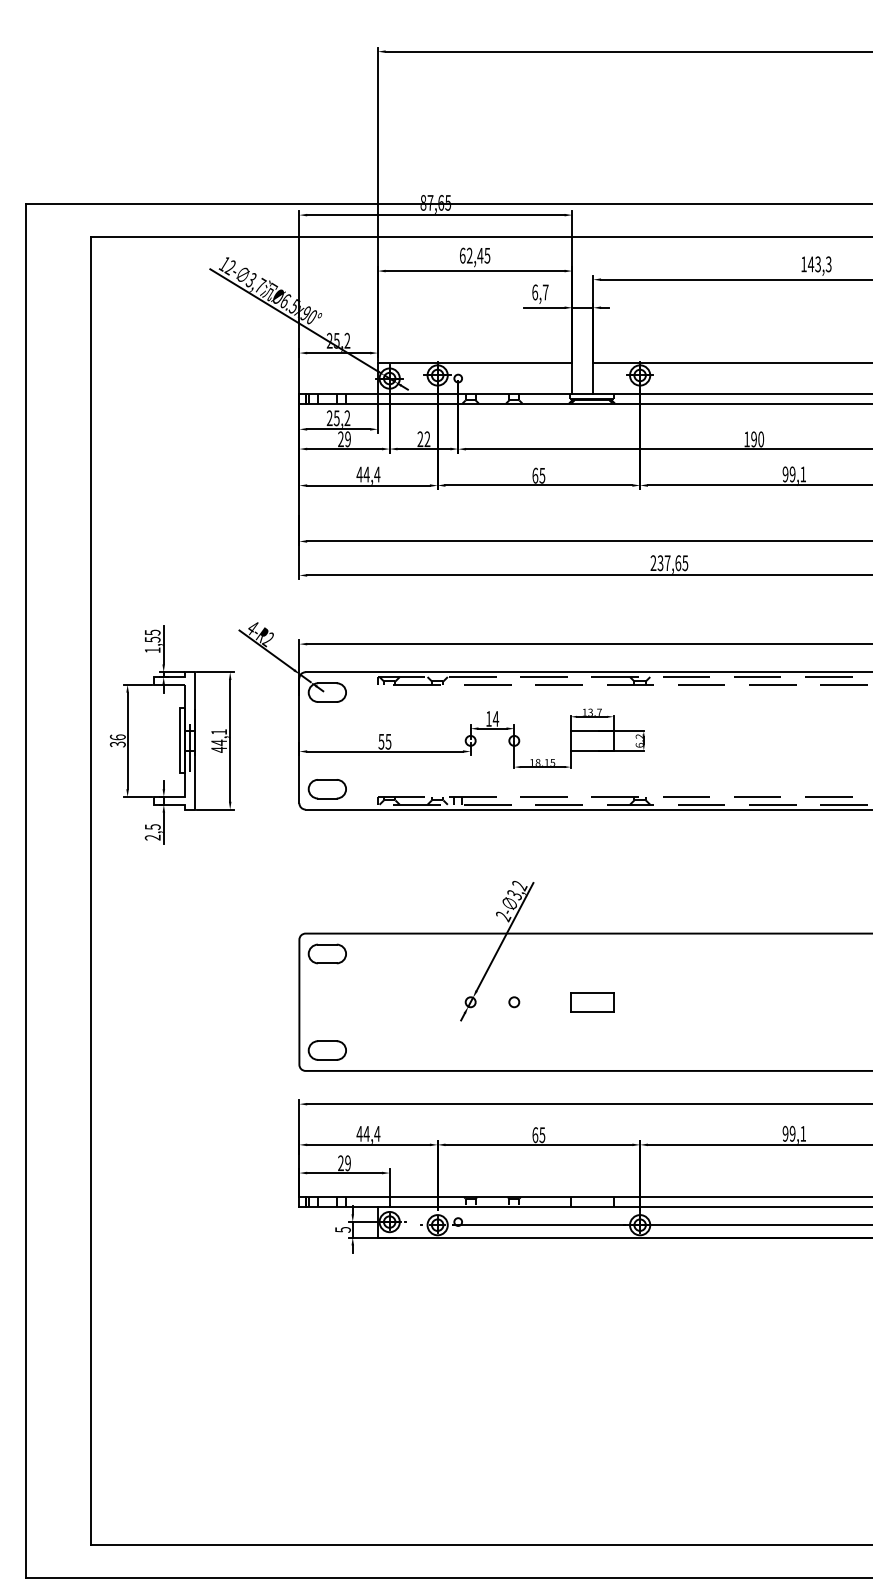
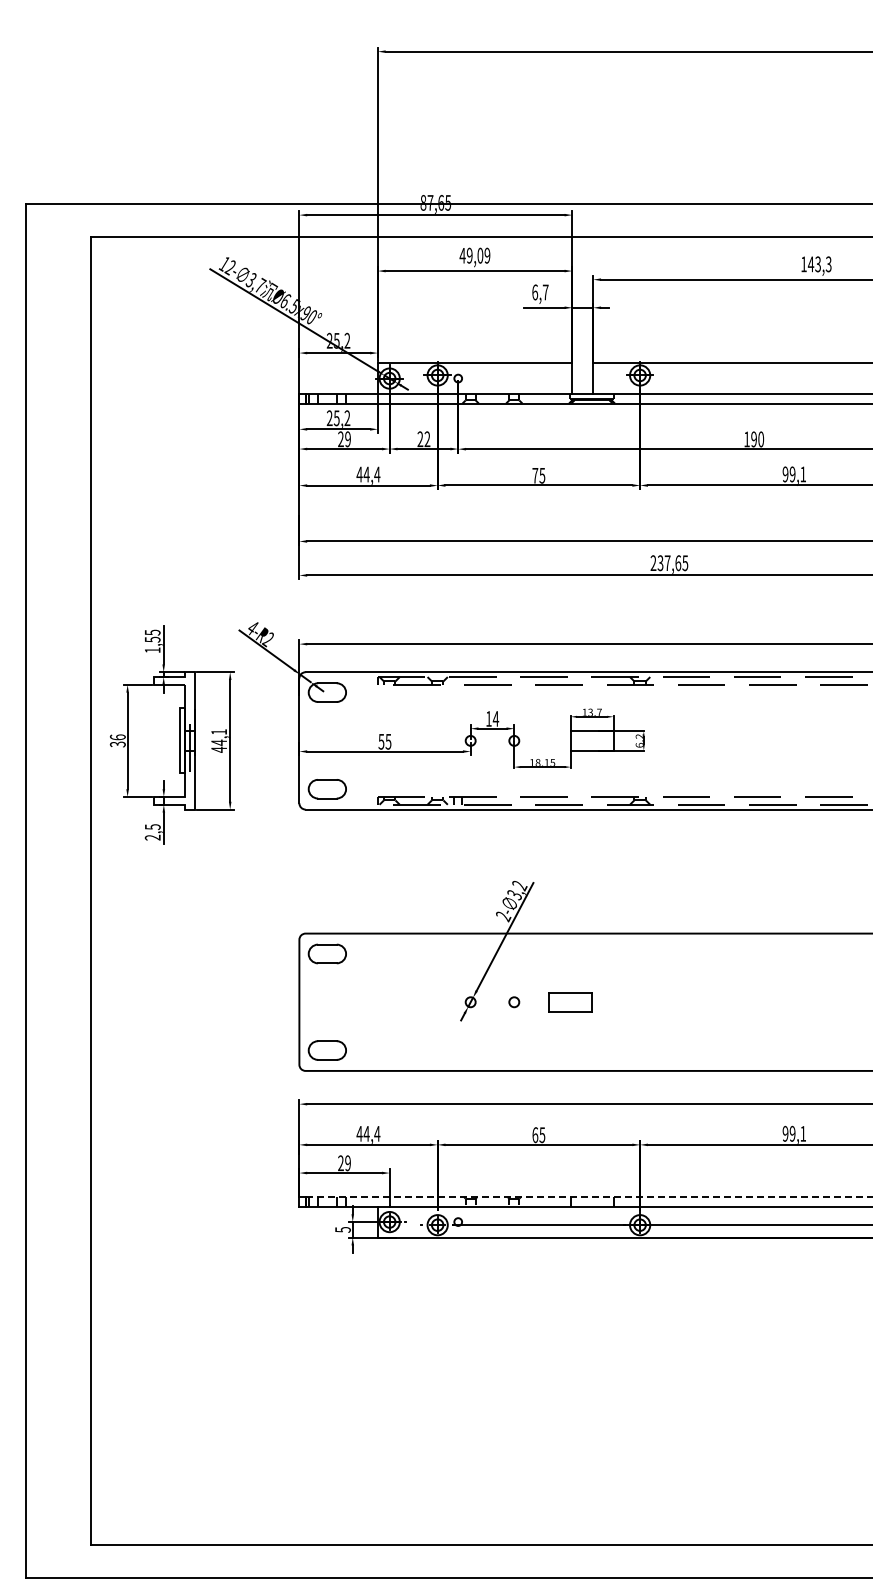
text at (474, 255): 62,45 -> 49,09
text at (535, 475): 65 -> 75
part at (592, 1002) position: (592, 1002) -> (570, 1002)
line at (589, 1197): solid -> dashed
